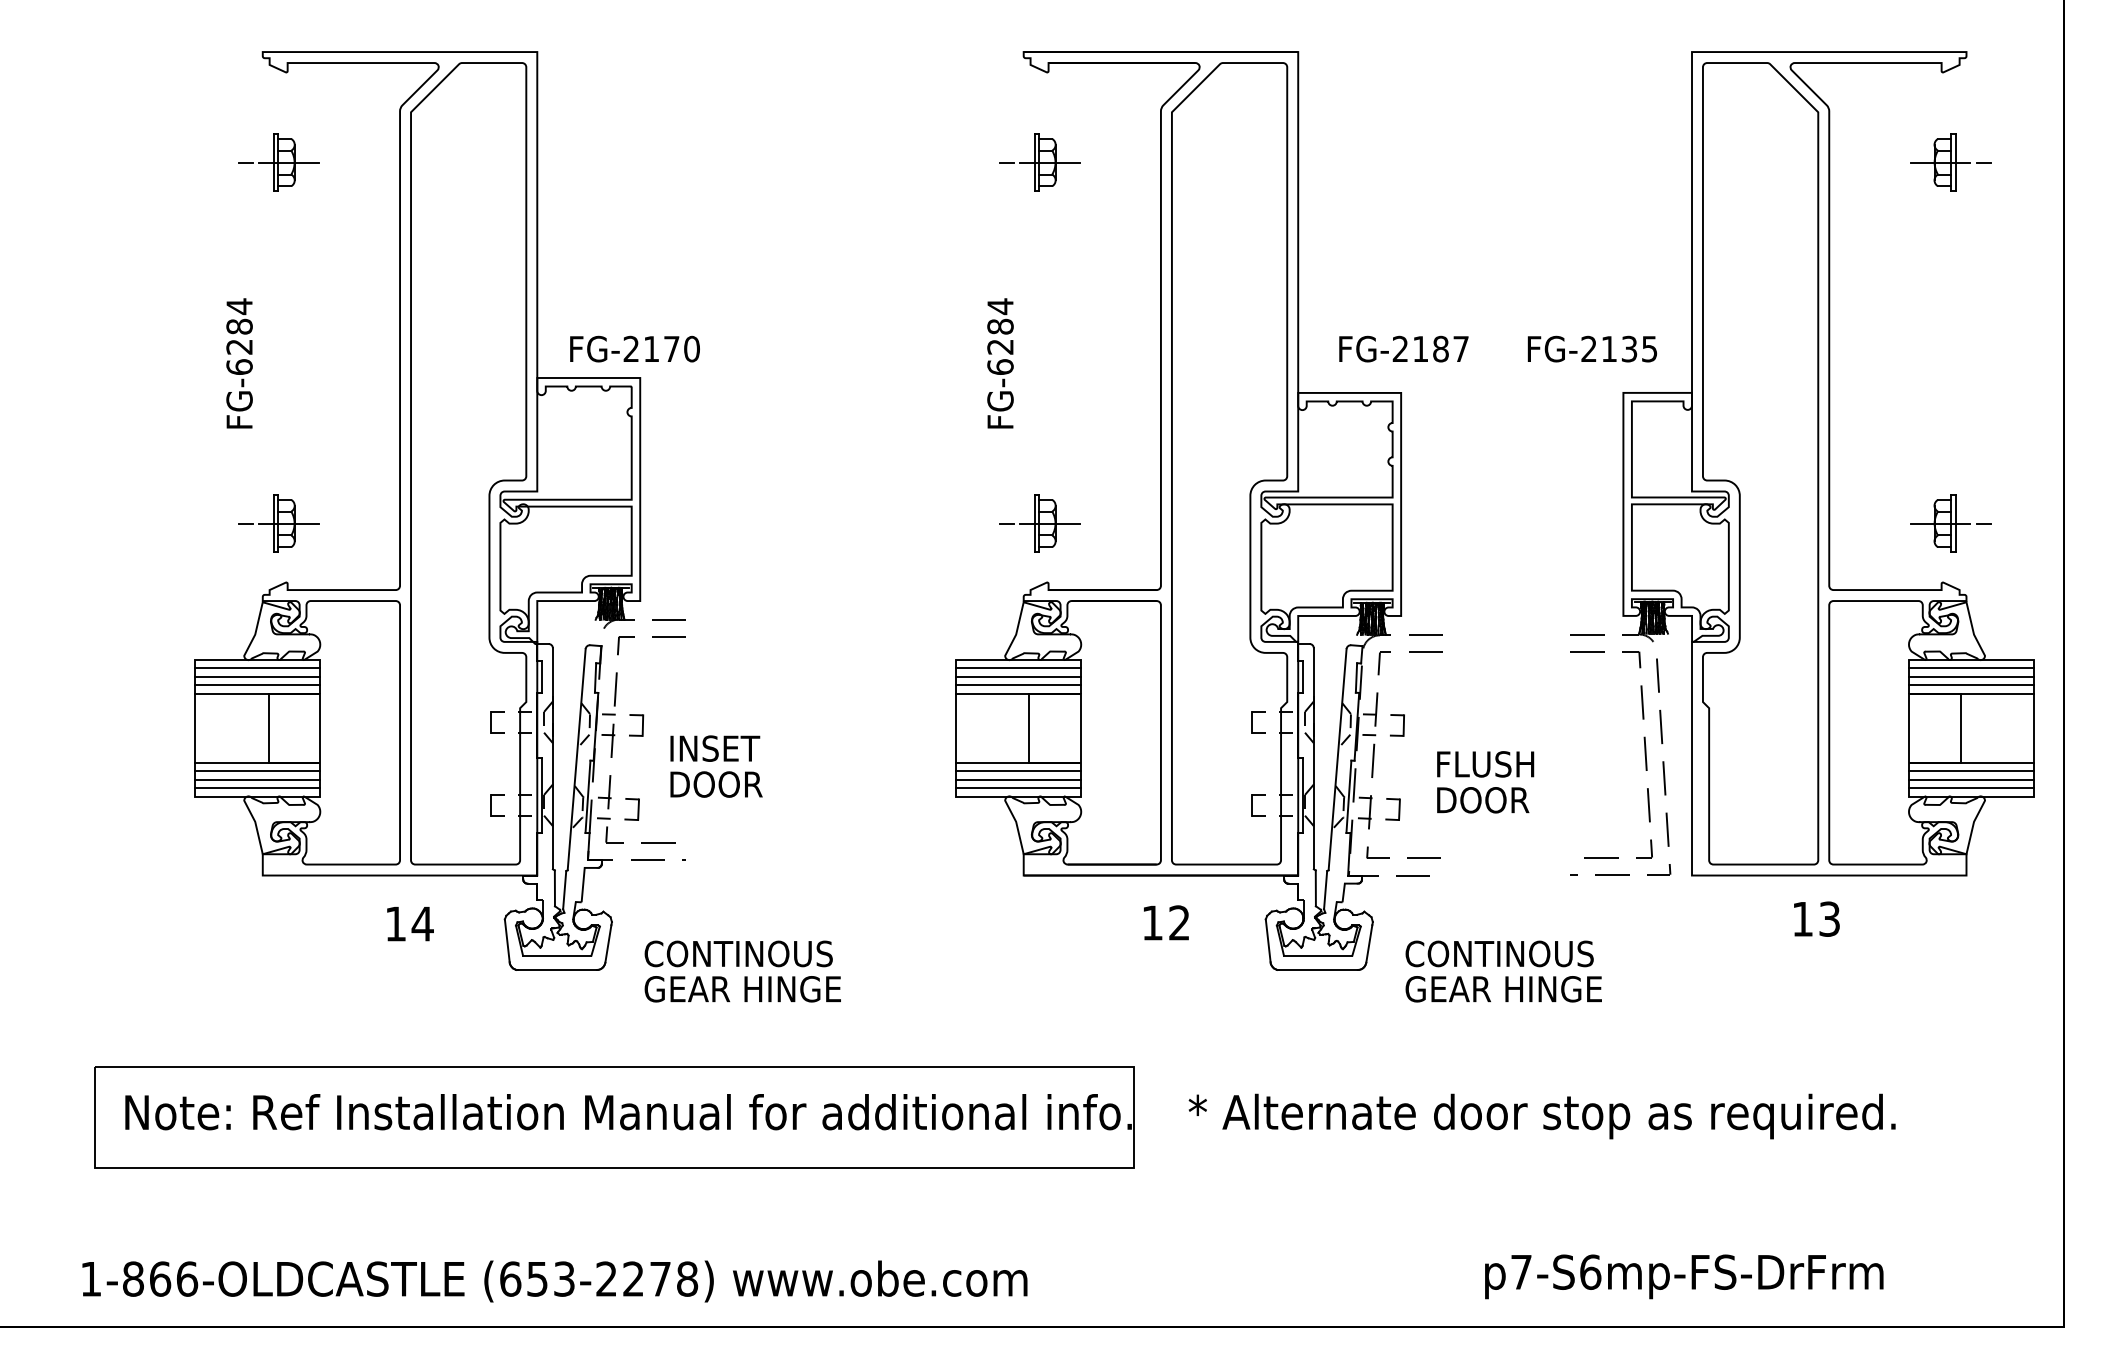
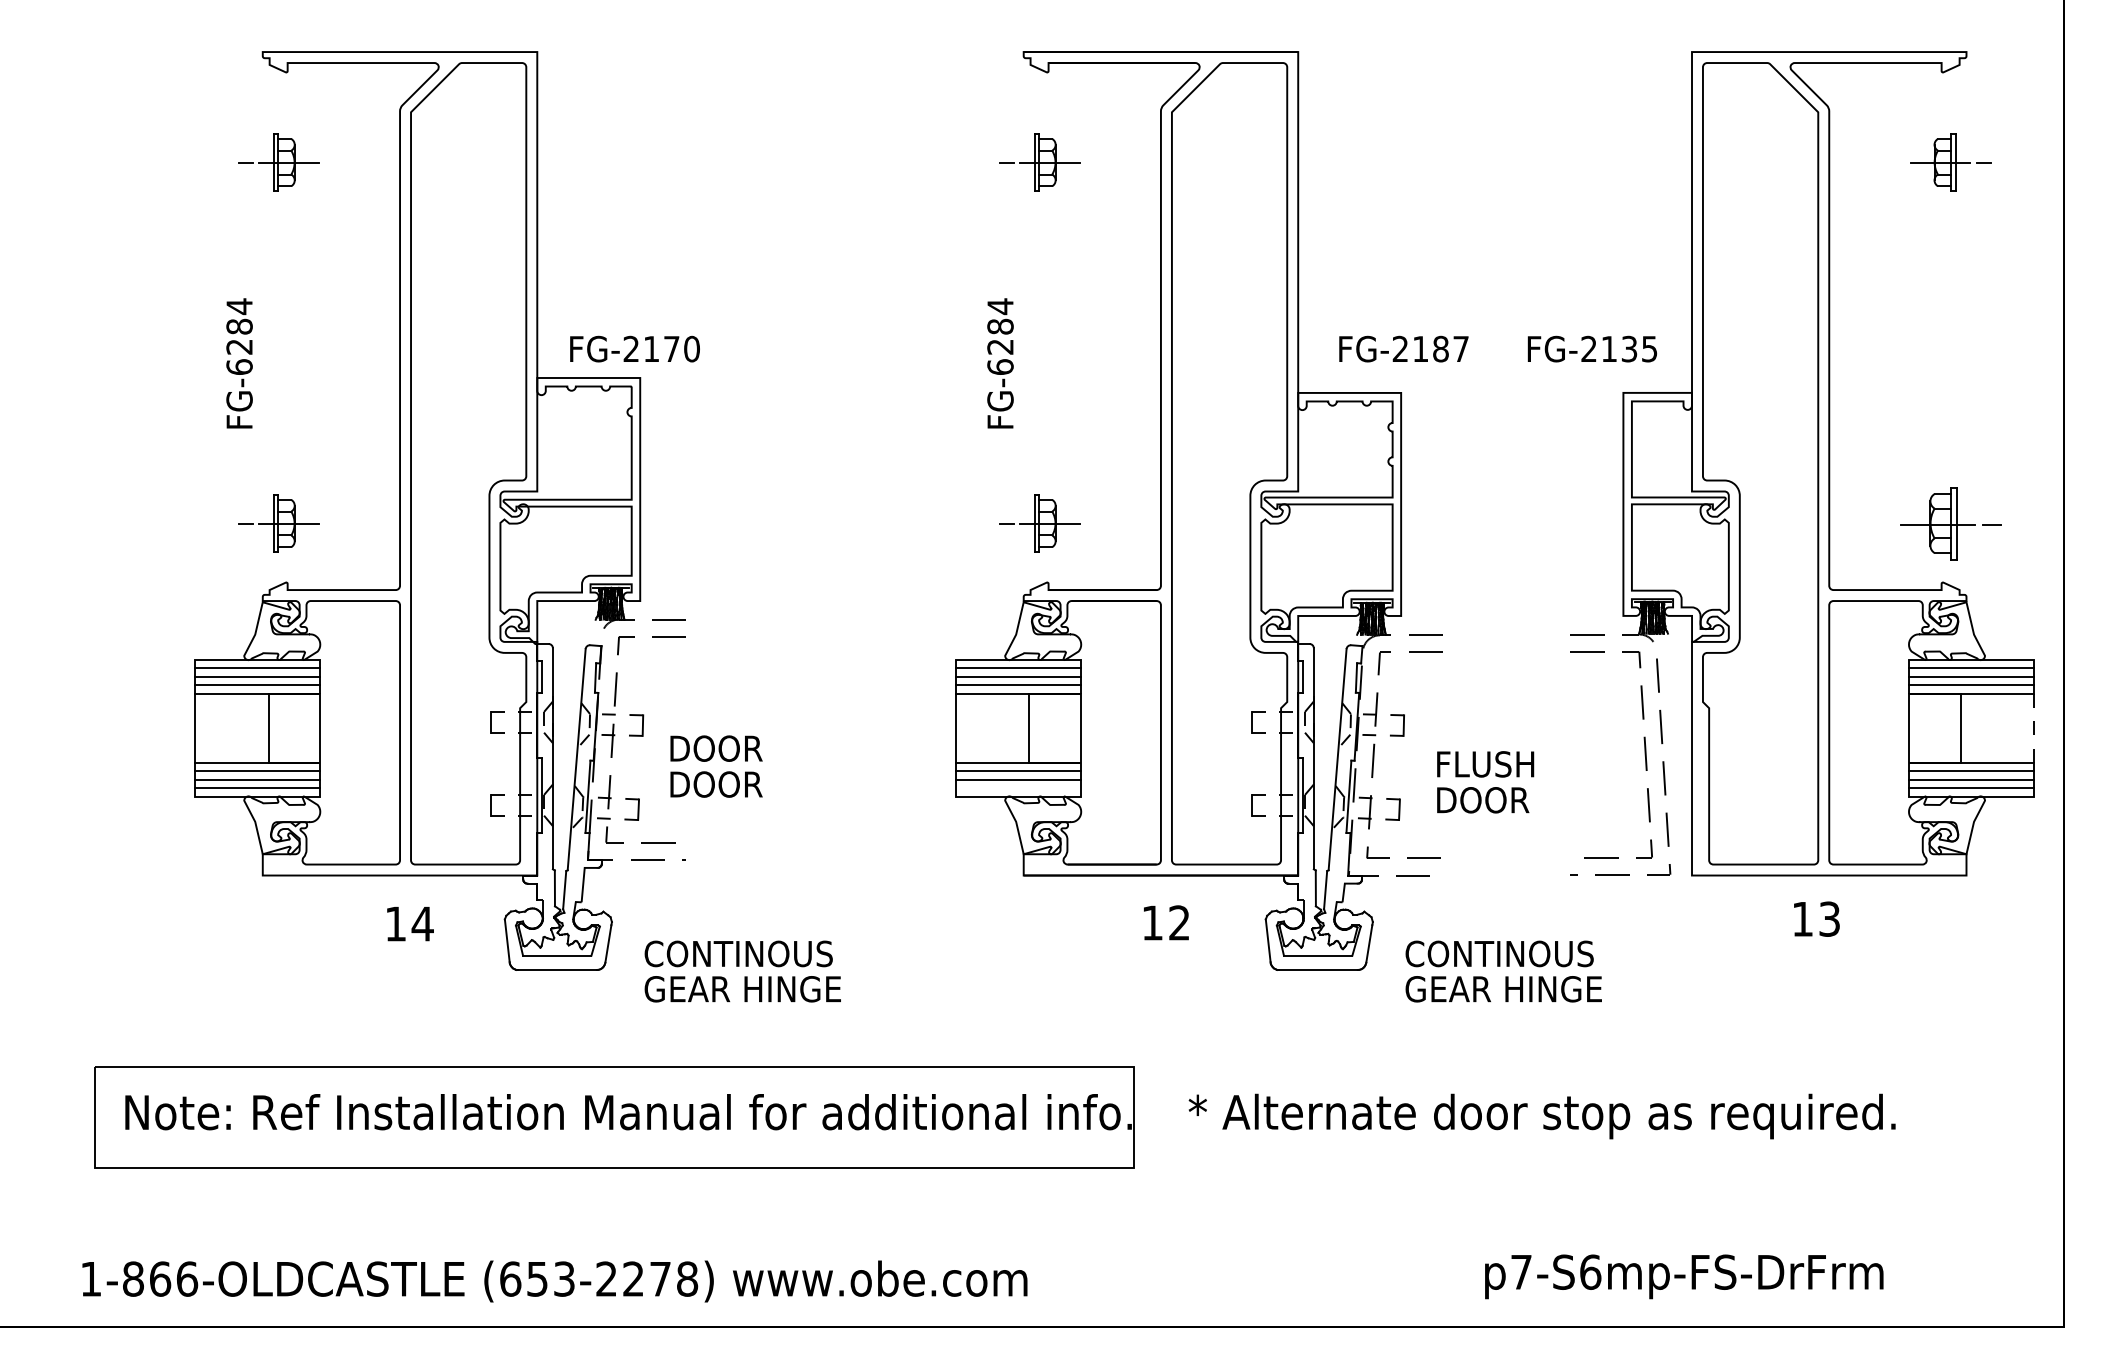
part at (1950, 523) size: 82x59 px -> 102x74 px
line at (2034, 728): solid -> dashed
text at (717, 748): INSET -> DOOR
line at (1017, 788): present -> none
